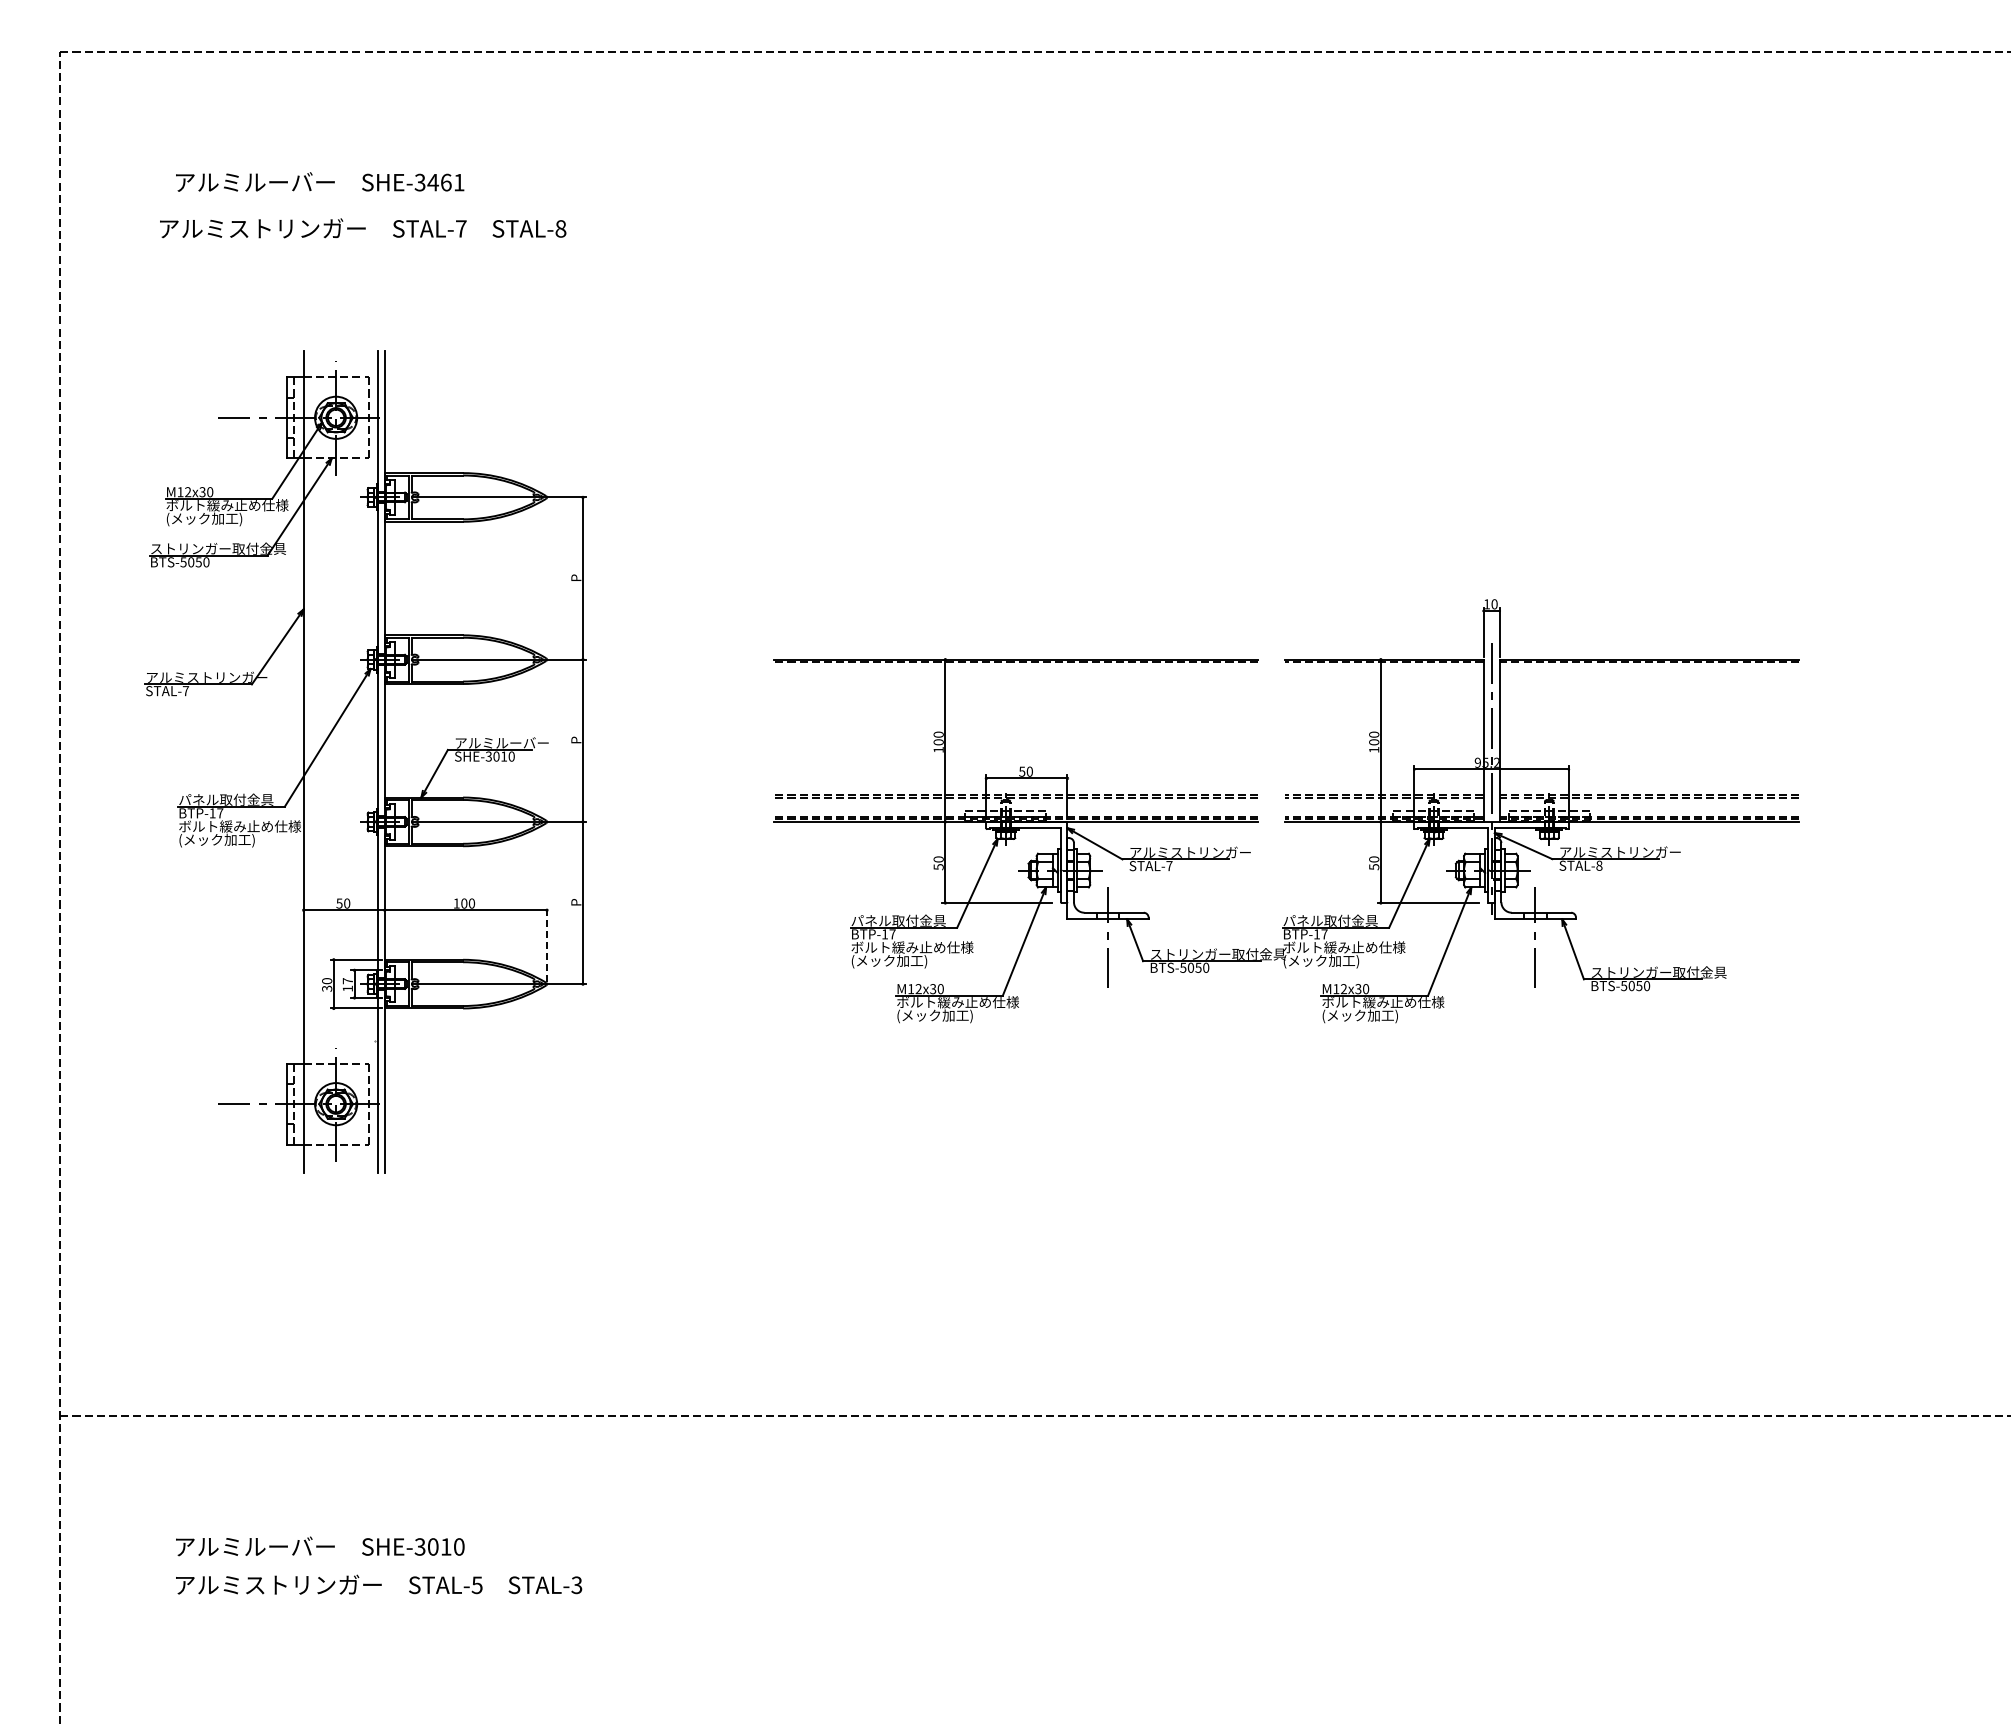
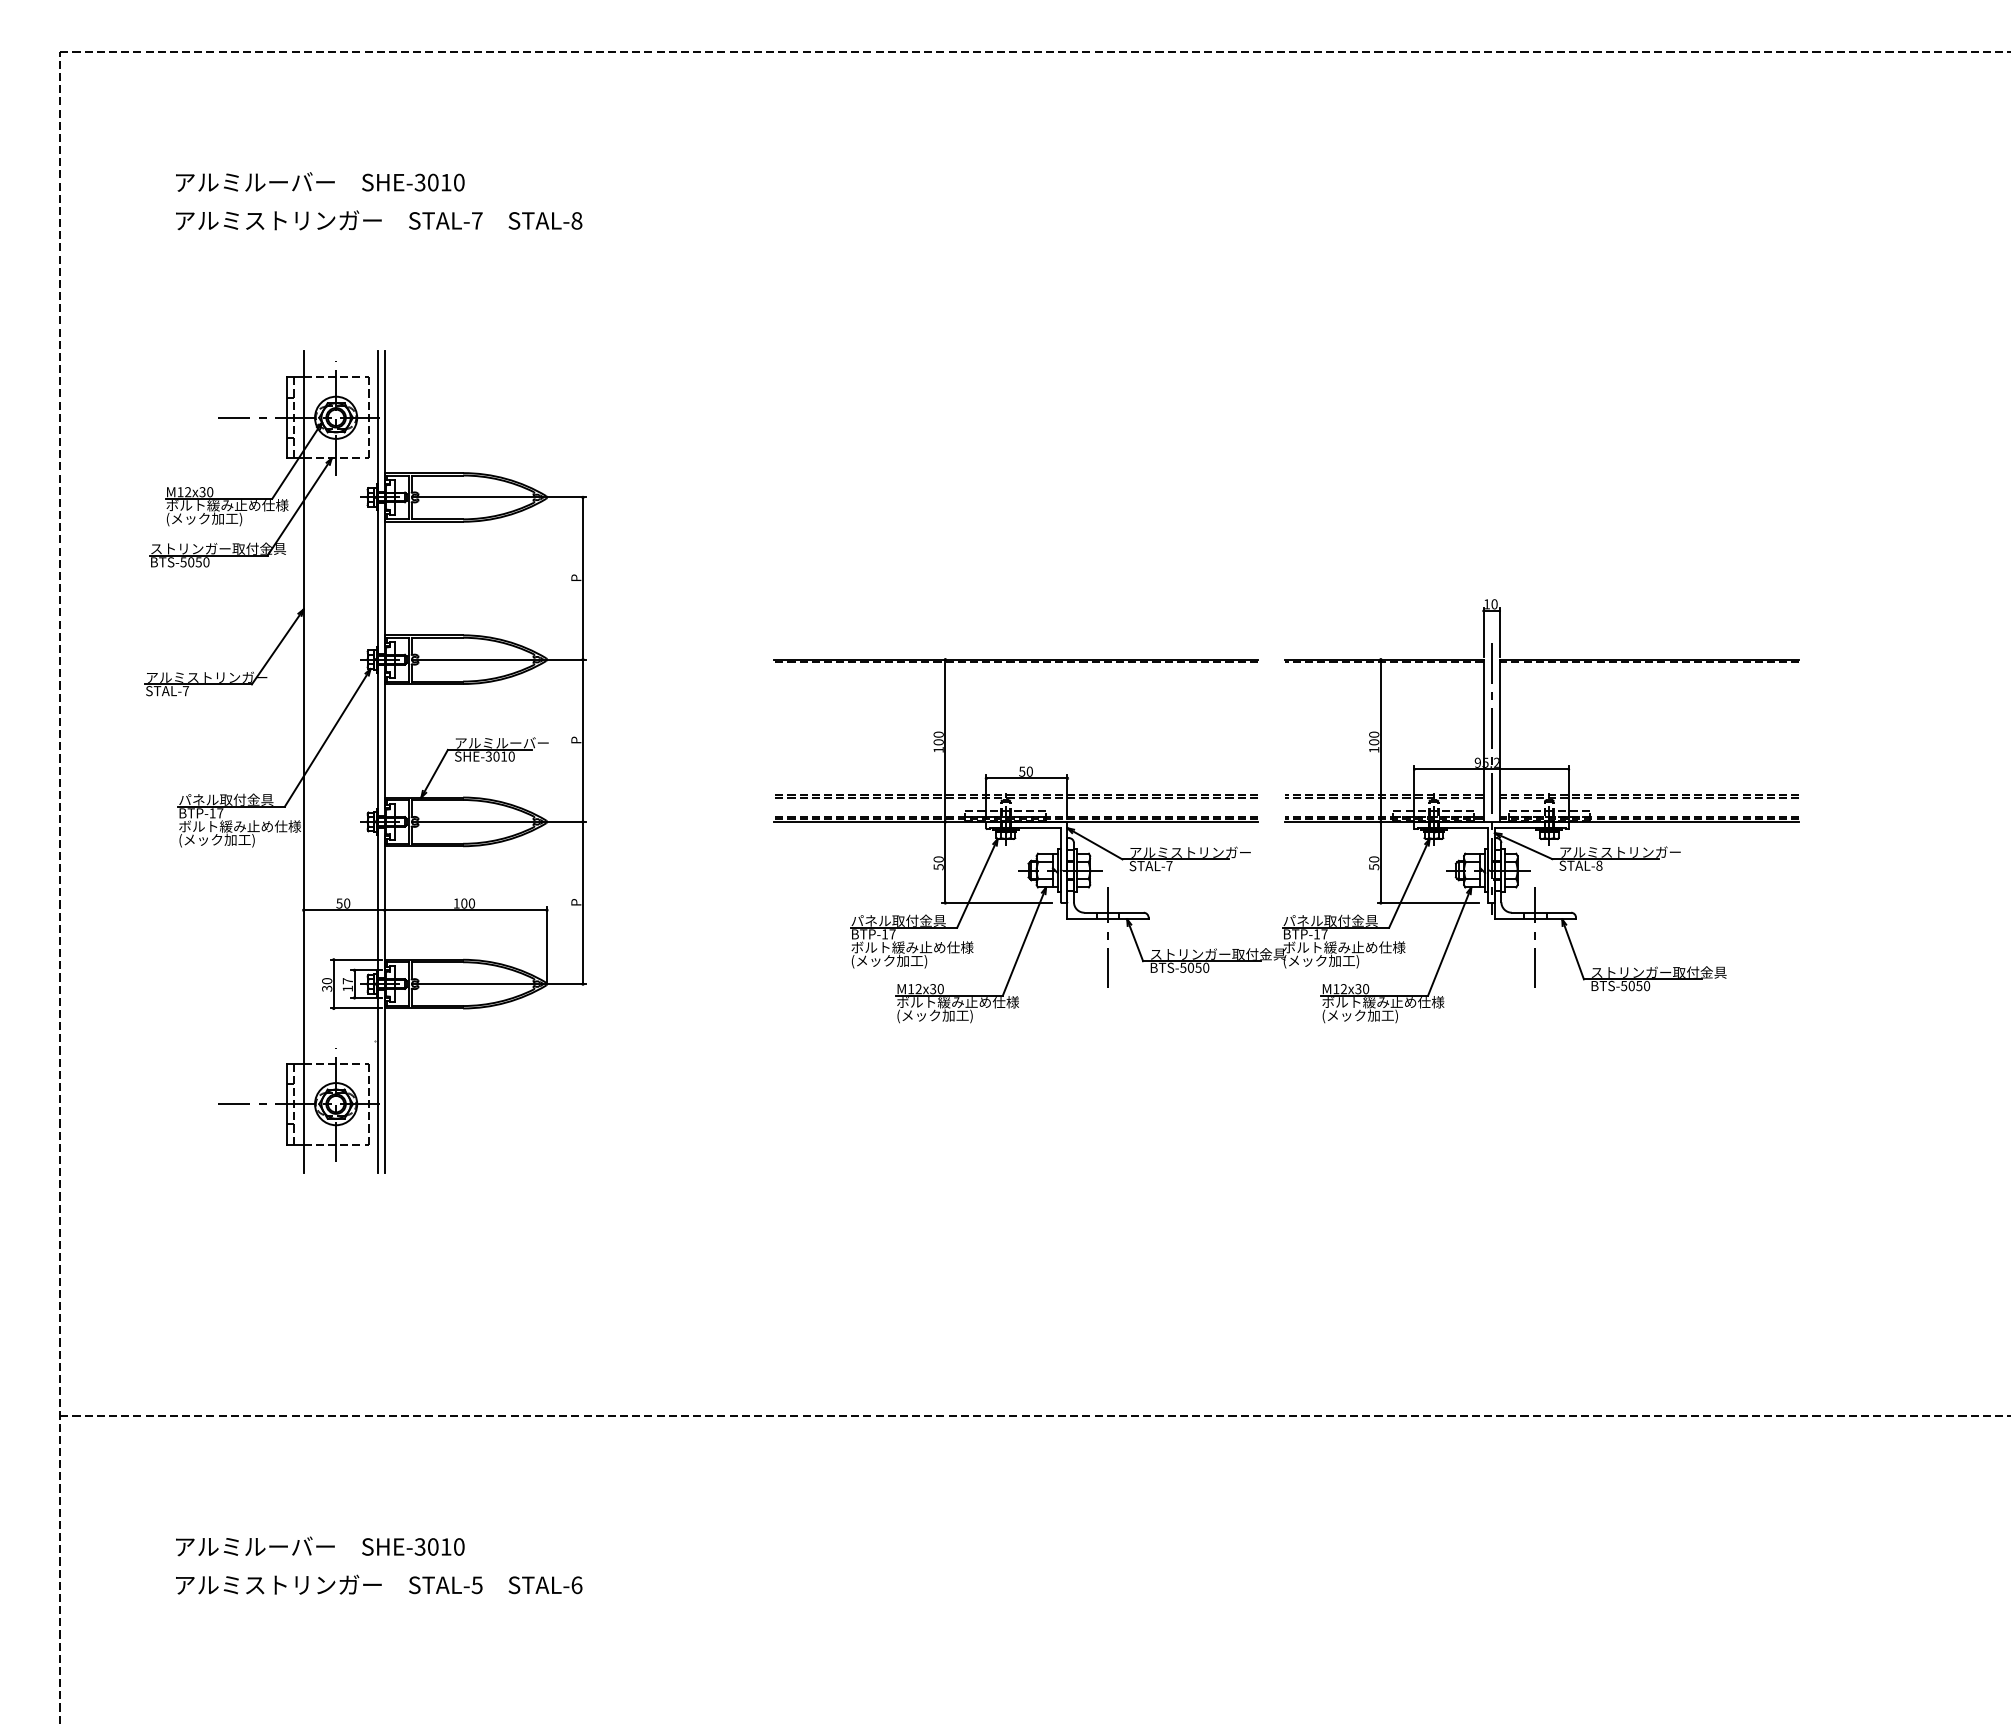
text at (445, 182): SHE-3461 -> SHE-3010
text at (363, 228) position: (363, 228) -> (379, 220)
line at (547, 943): dashed -> solid
text at (576, 1585): STAL-3 -> STAL-6
